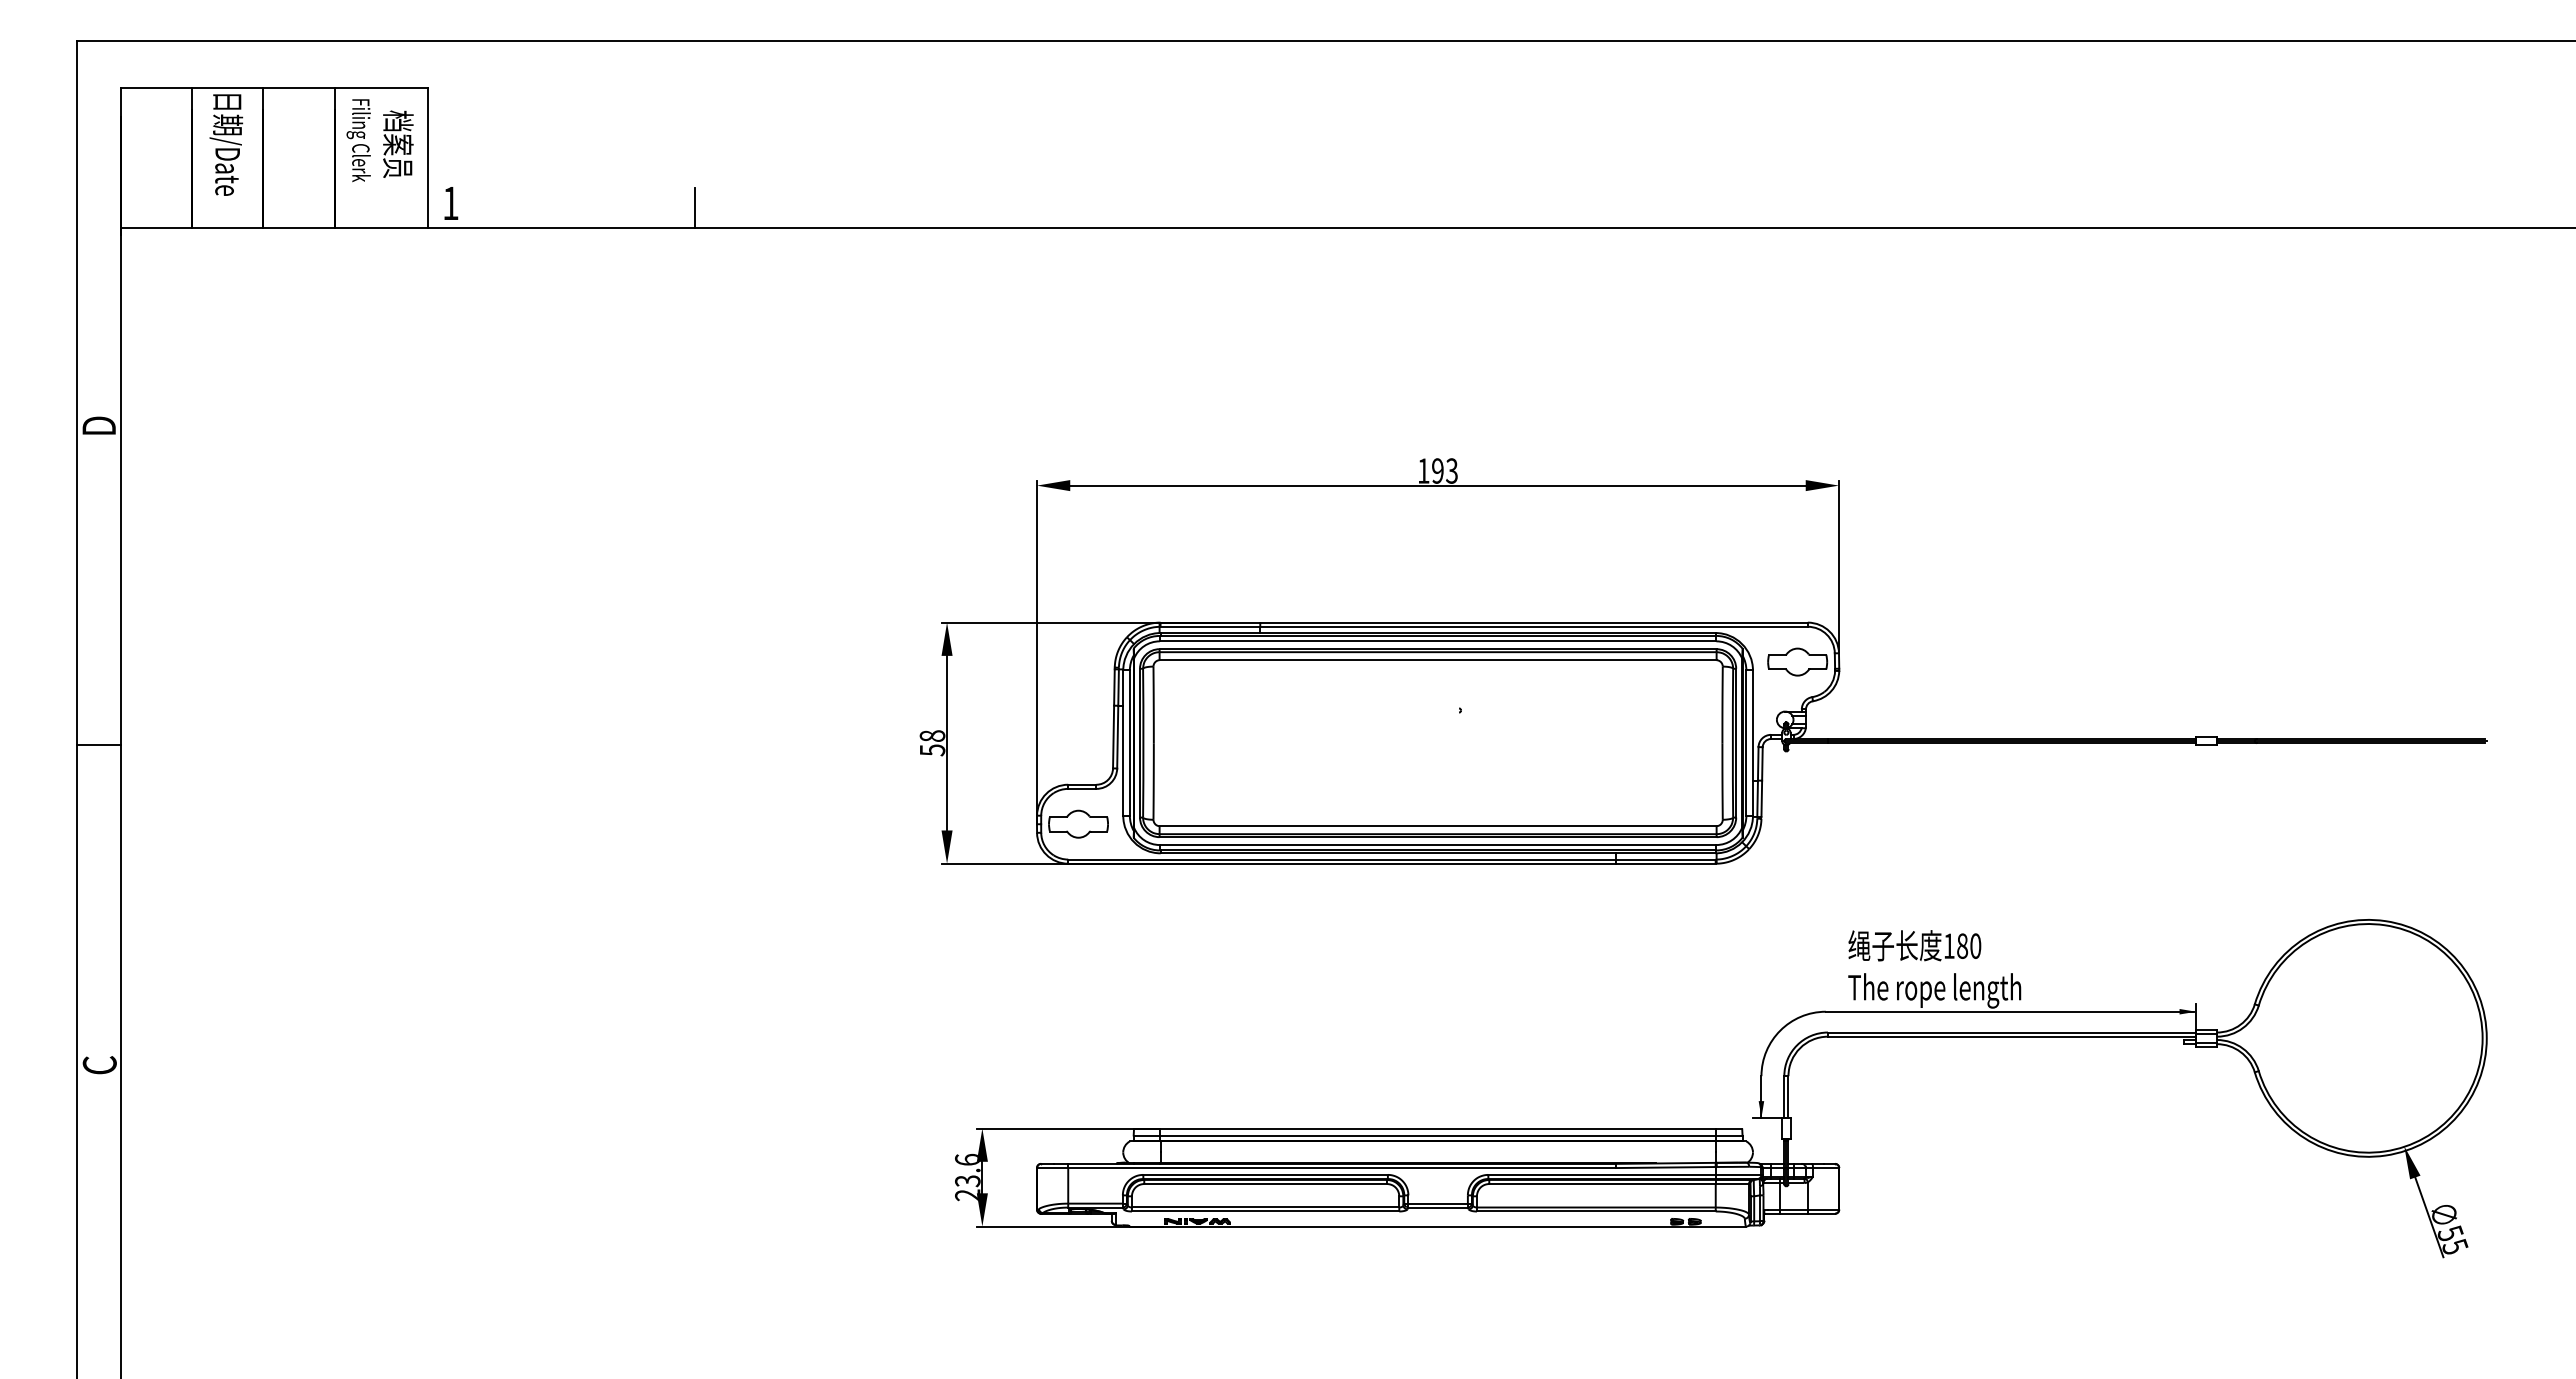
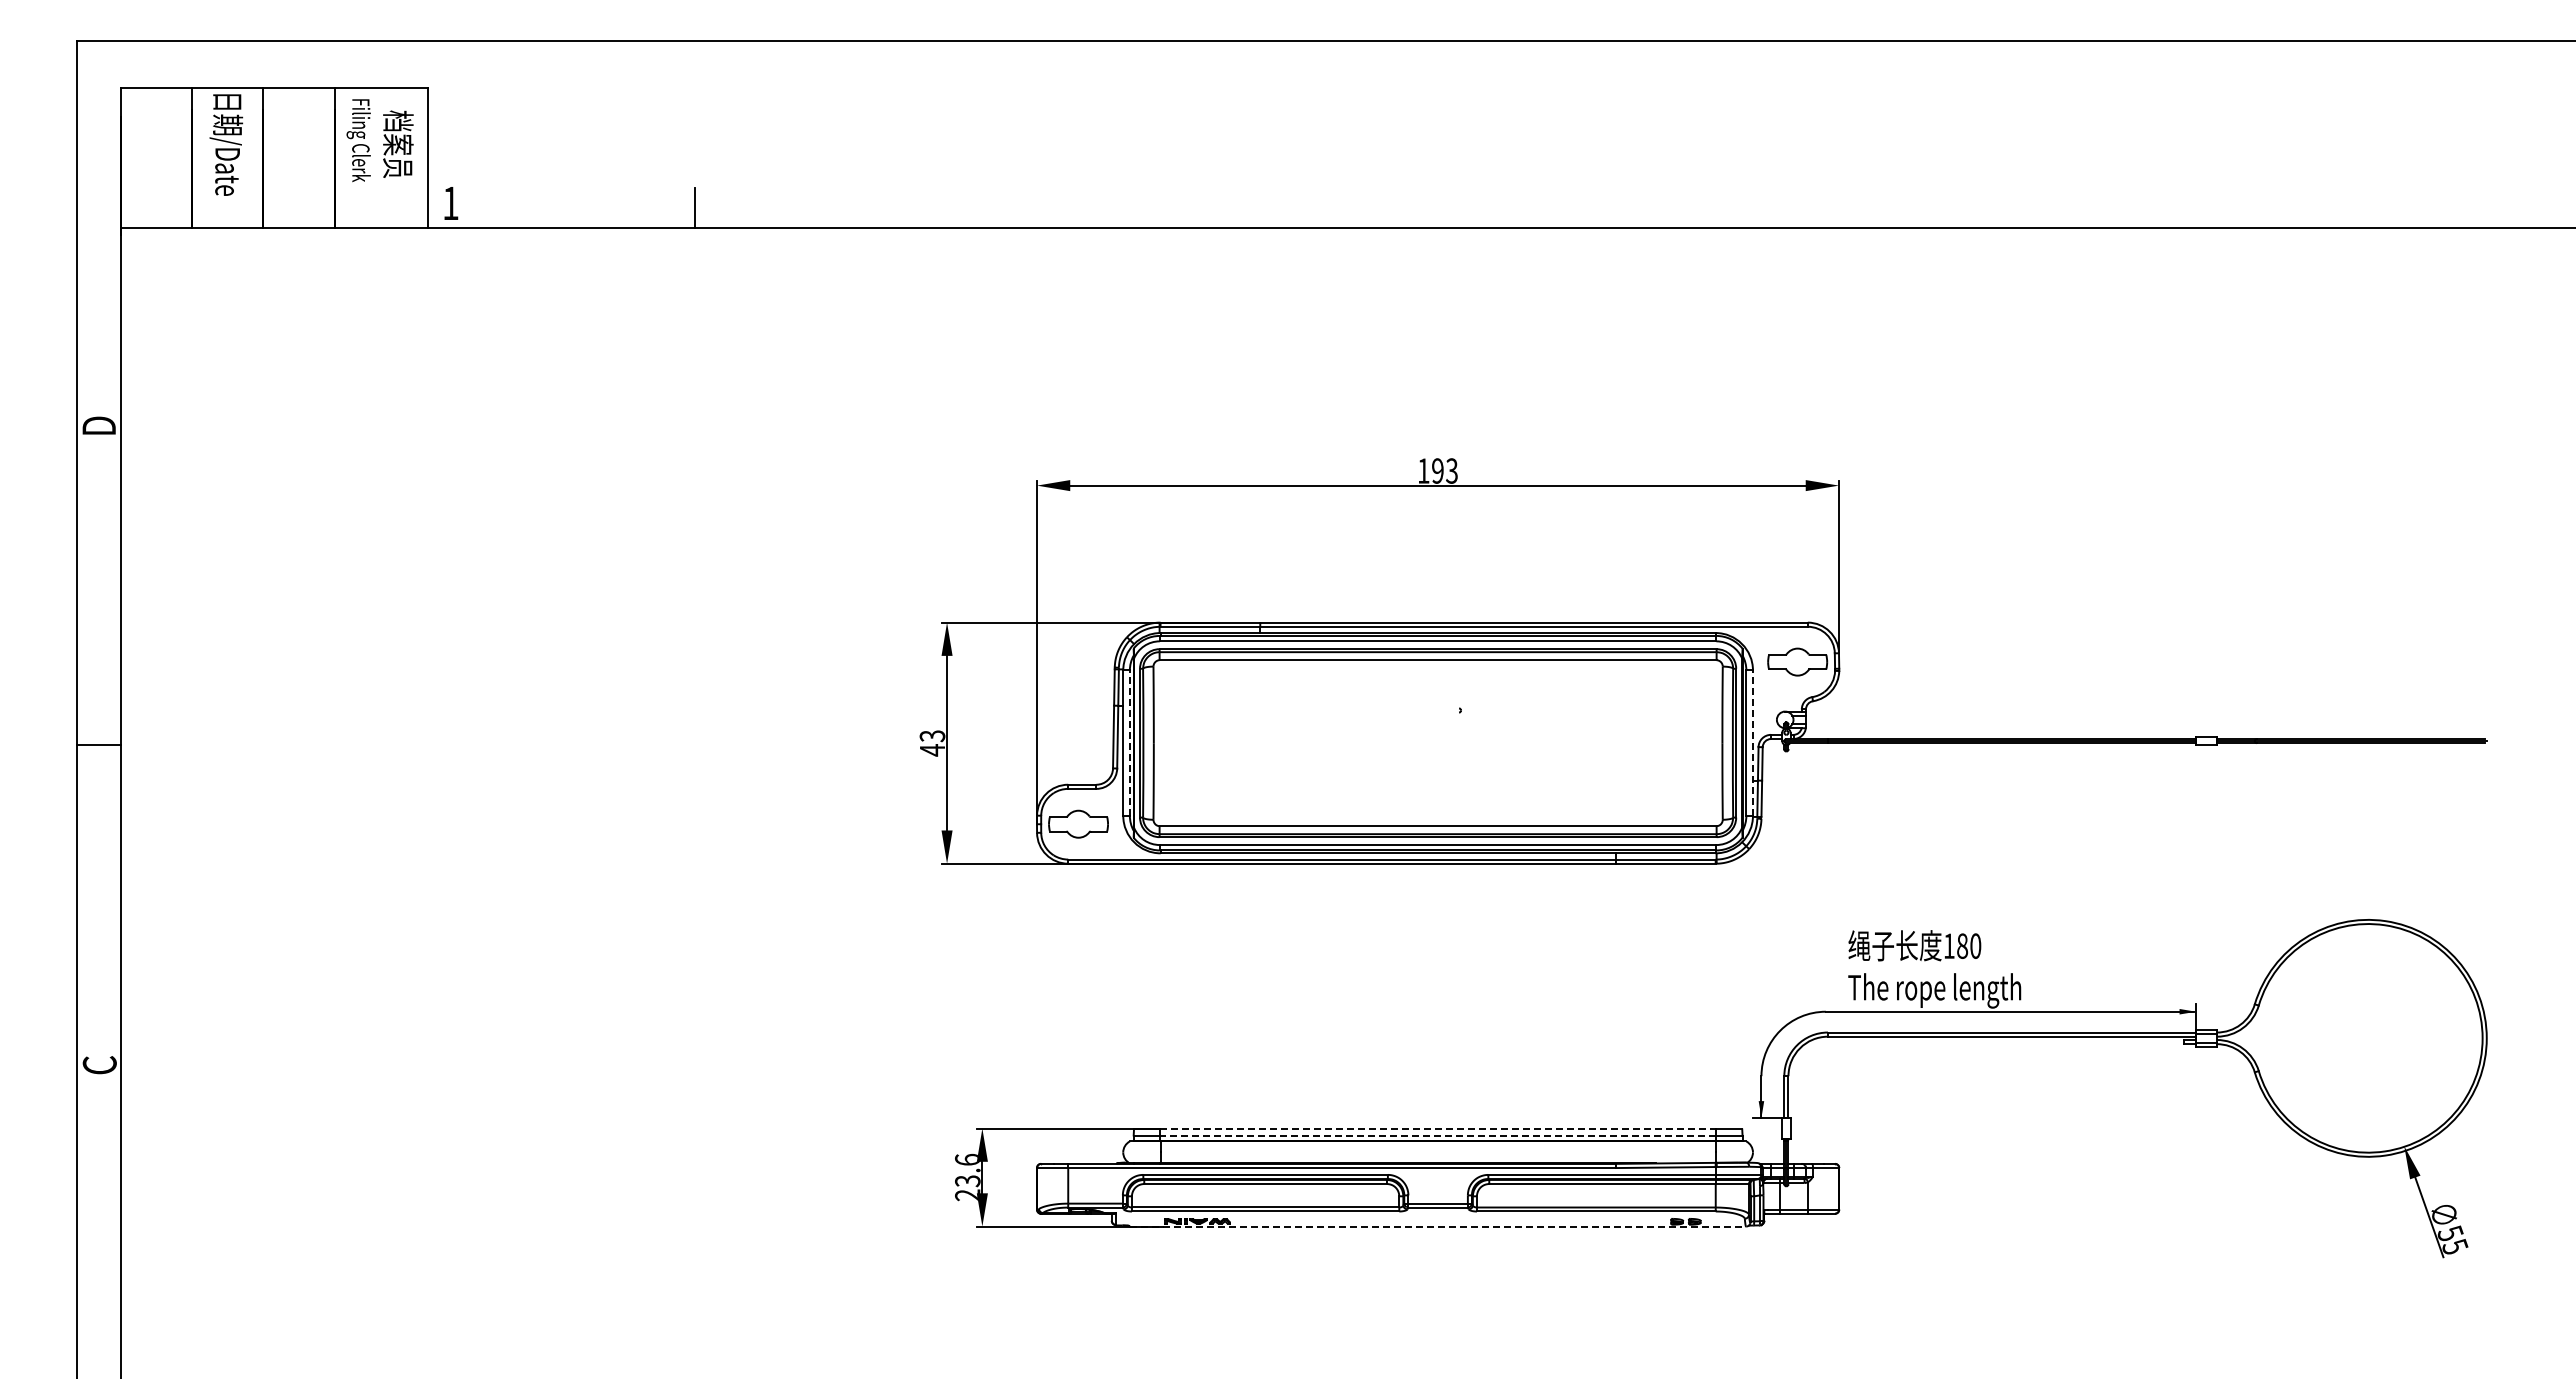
text at (932, 743): 58 -> 43
line at (1129, 743): solid -> dashed
line at (1752, 743): solid -> dashed
line at (1438, 1128): solid -> dashed
line at (1437, 1136): solid -> dashed
line at (1438, 1226): solid -> dashed
